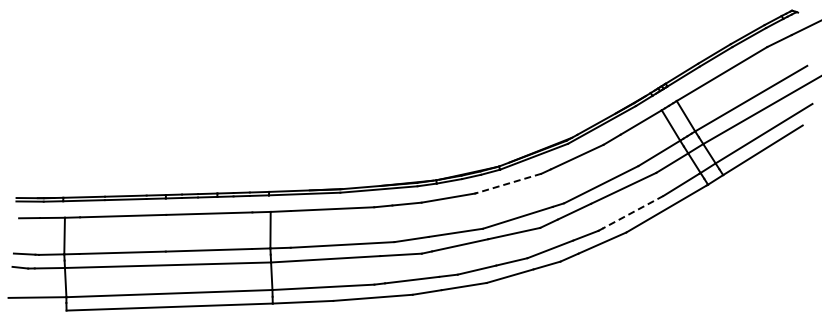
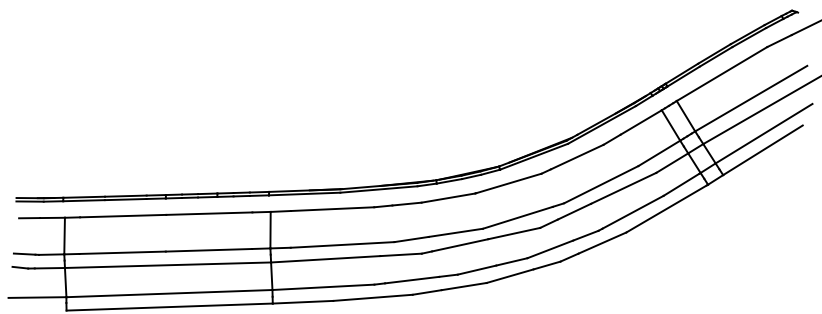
line at (508, 183): dashed -> solid
line at (633, 212): dashed -> solid
